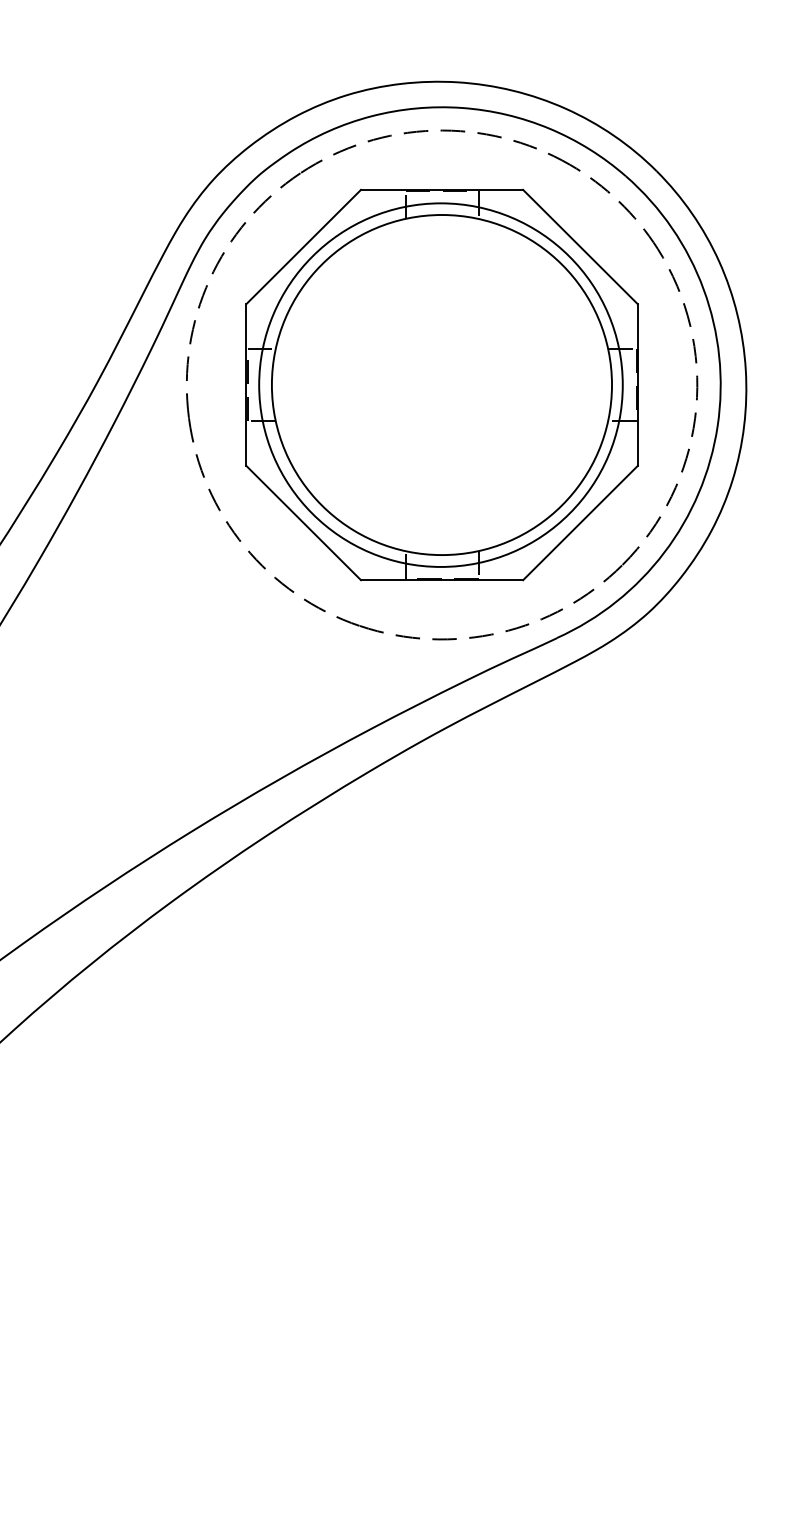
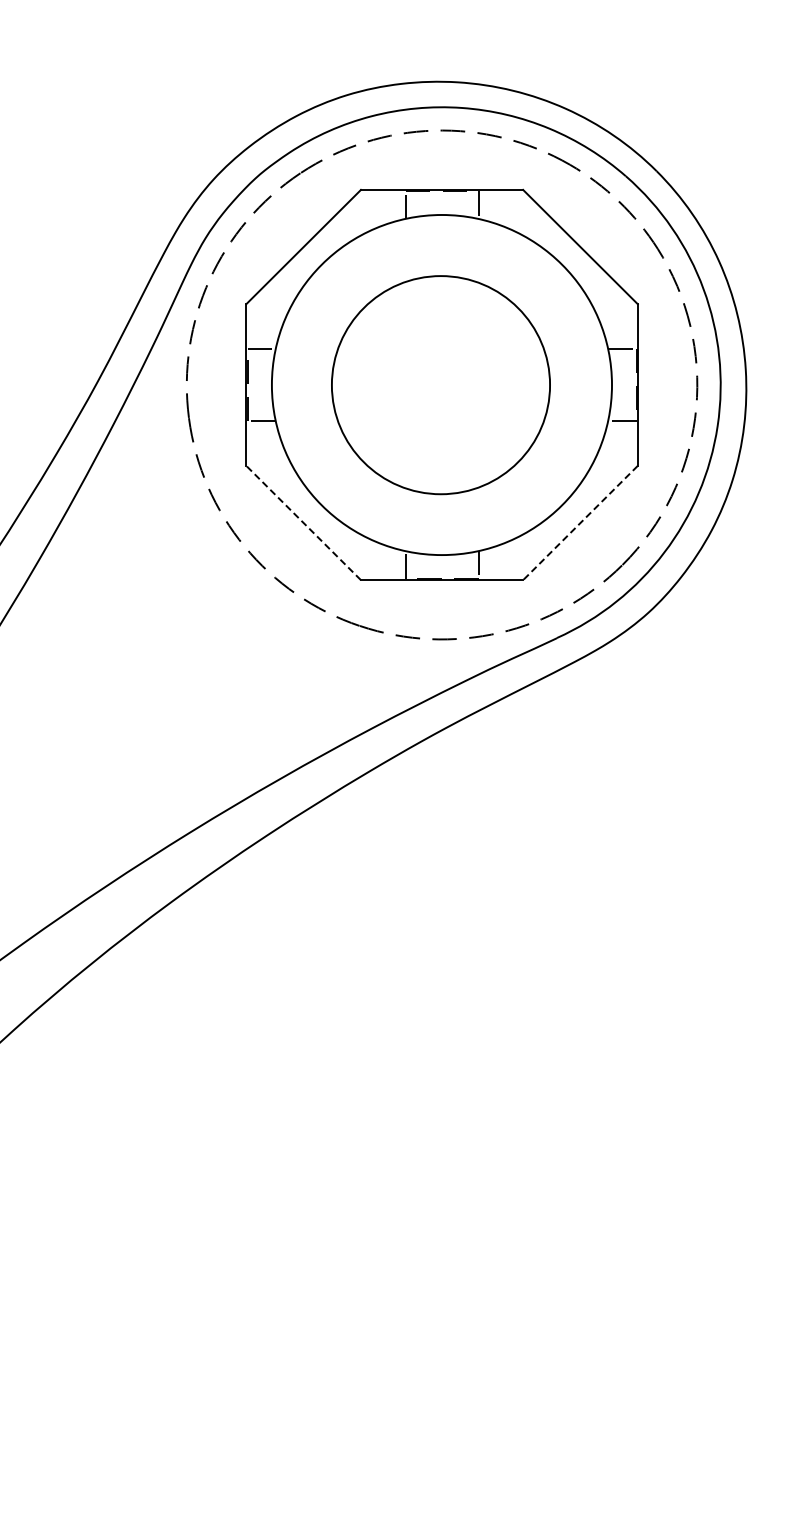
circle at (440, 384) diameter: 364 px -> 218 px
line at (303, 523): solid -> dashed
line at (580, 523): solid -> dashed
